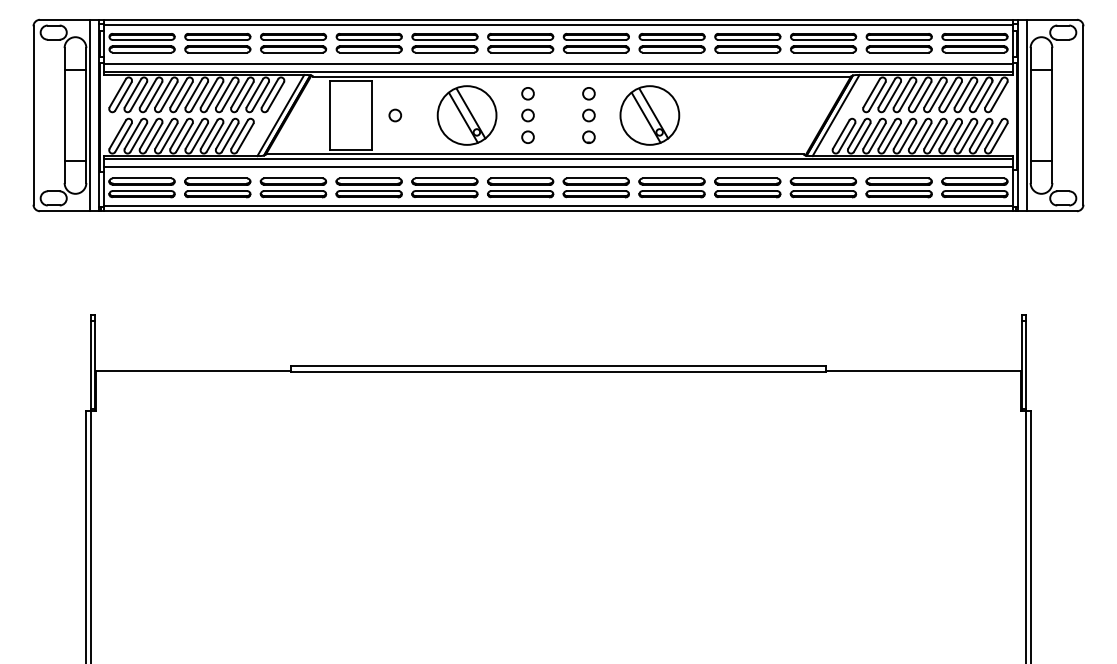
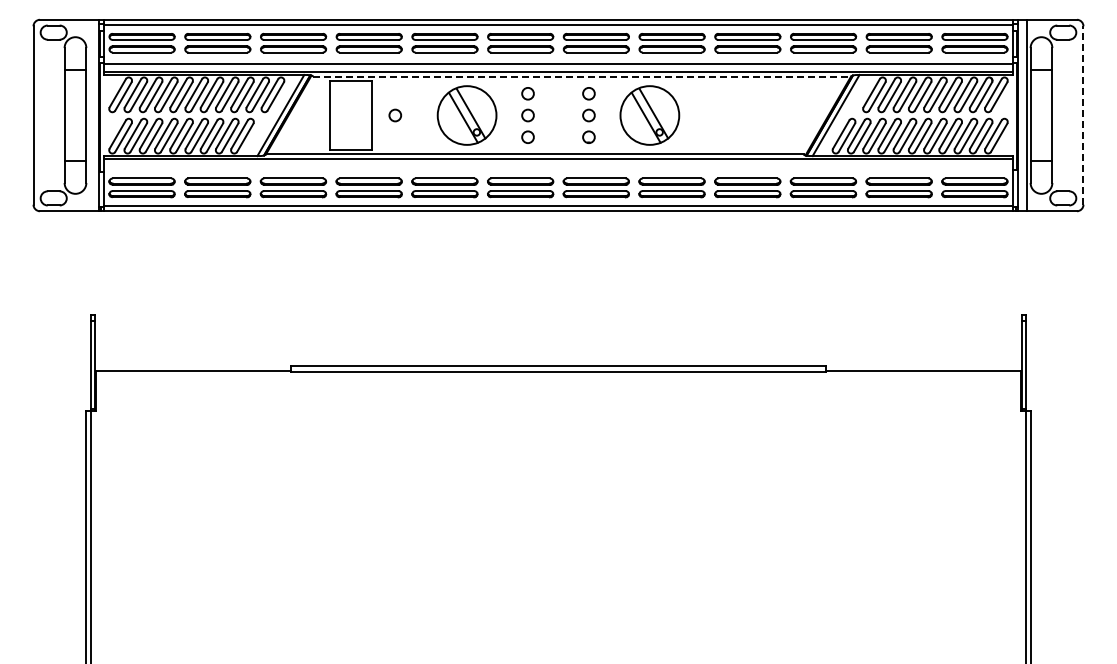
line at (582, 76): solid -> dashed
line at (89, 115): present -> none
line at (1083, 115): solid -> dashed
line at (558, 167): present -> none
